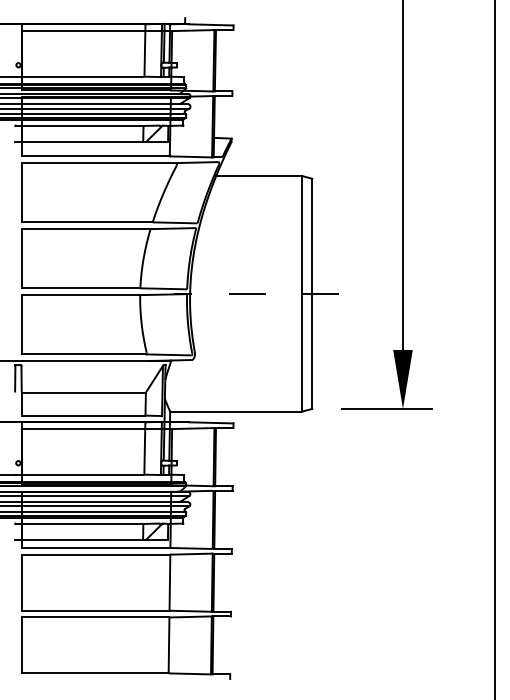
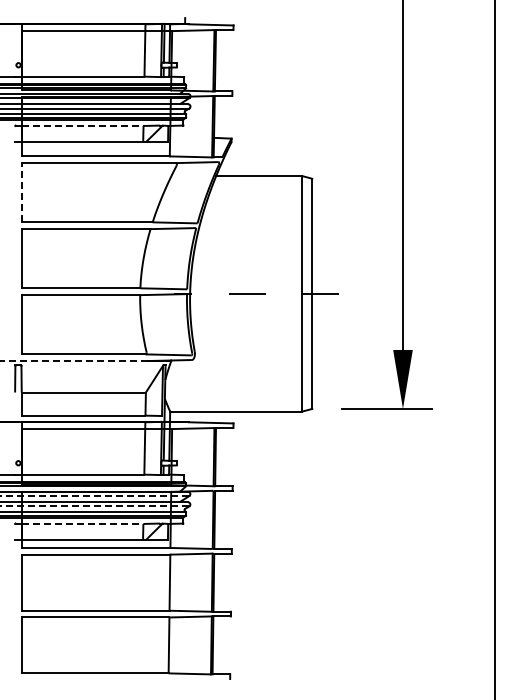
line at (82, 125): solid -> dashed
line at (21, 192): solid -> dashed
line at (74, 361): solid -> dashed
line at (94, 496): solid -> dashed
line at (94, 506): solid -> dashed
line at (82, 523): solid -> dashed
